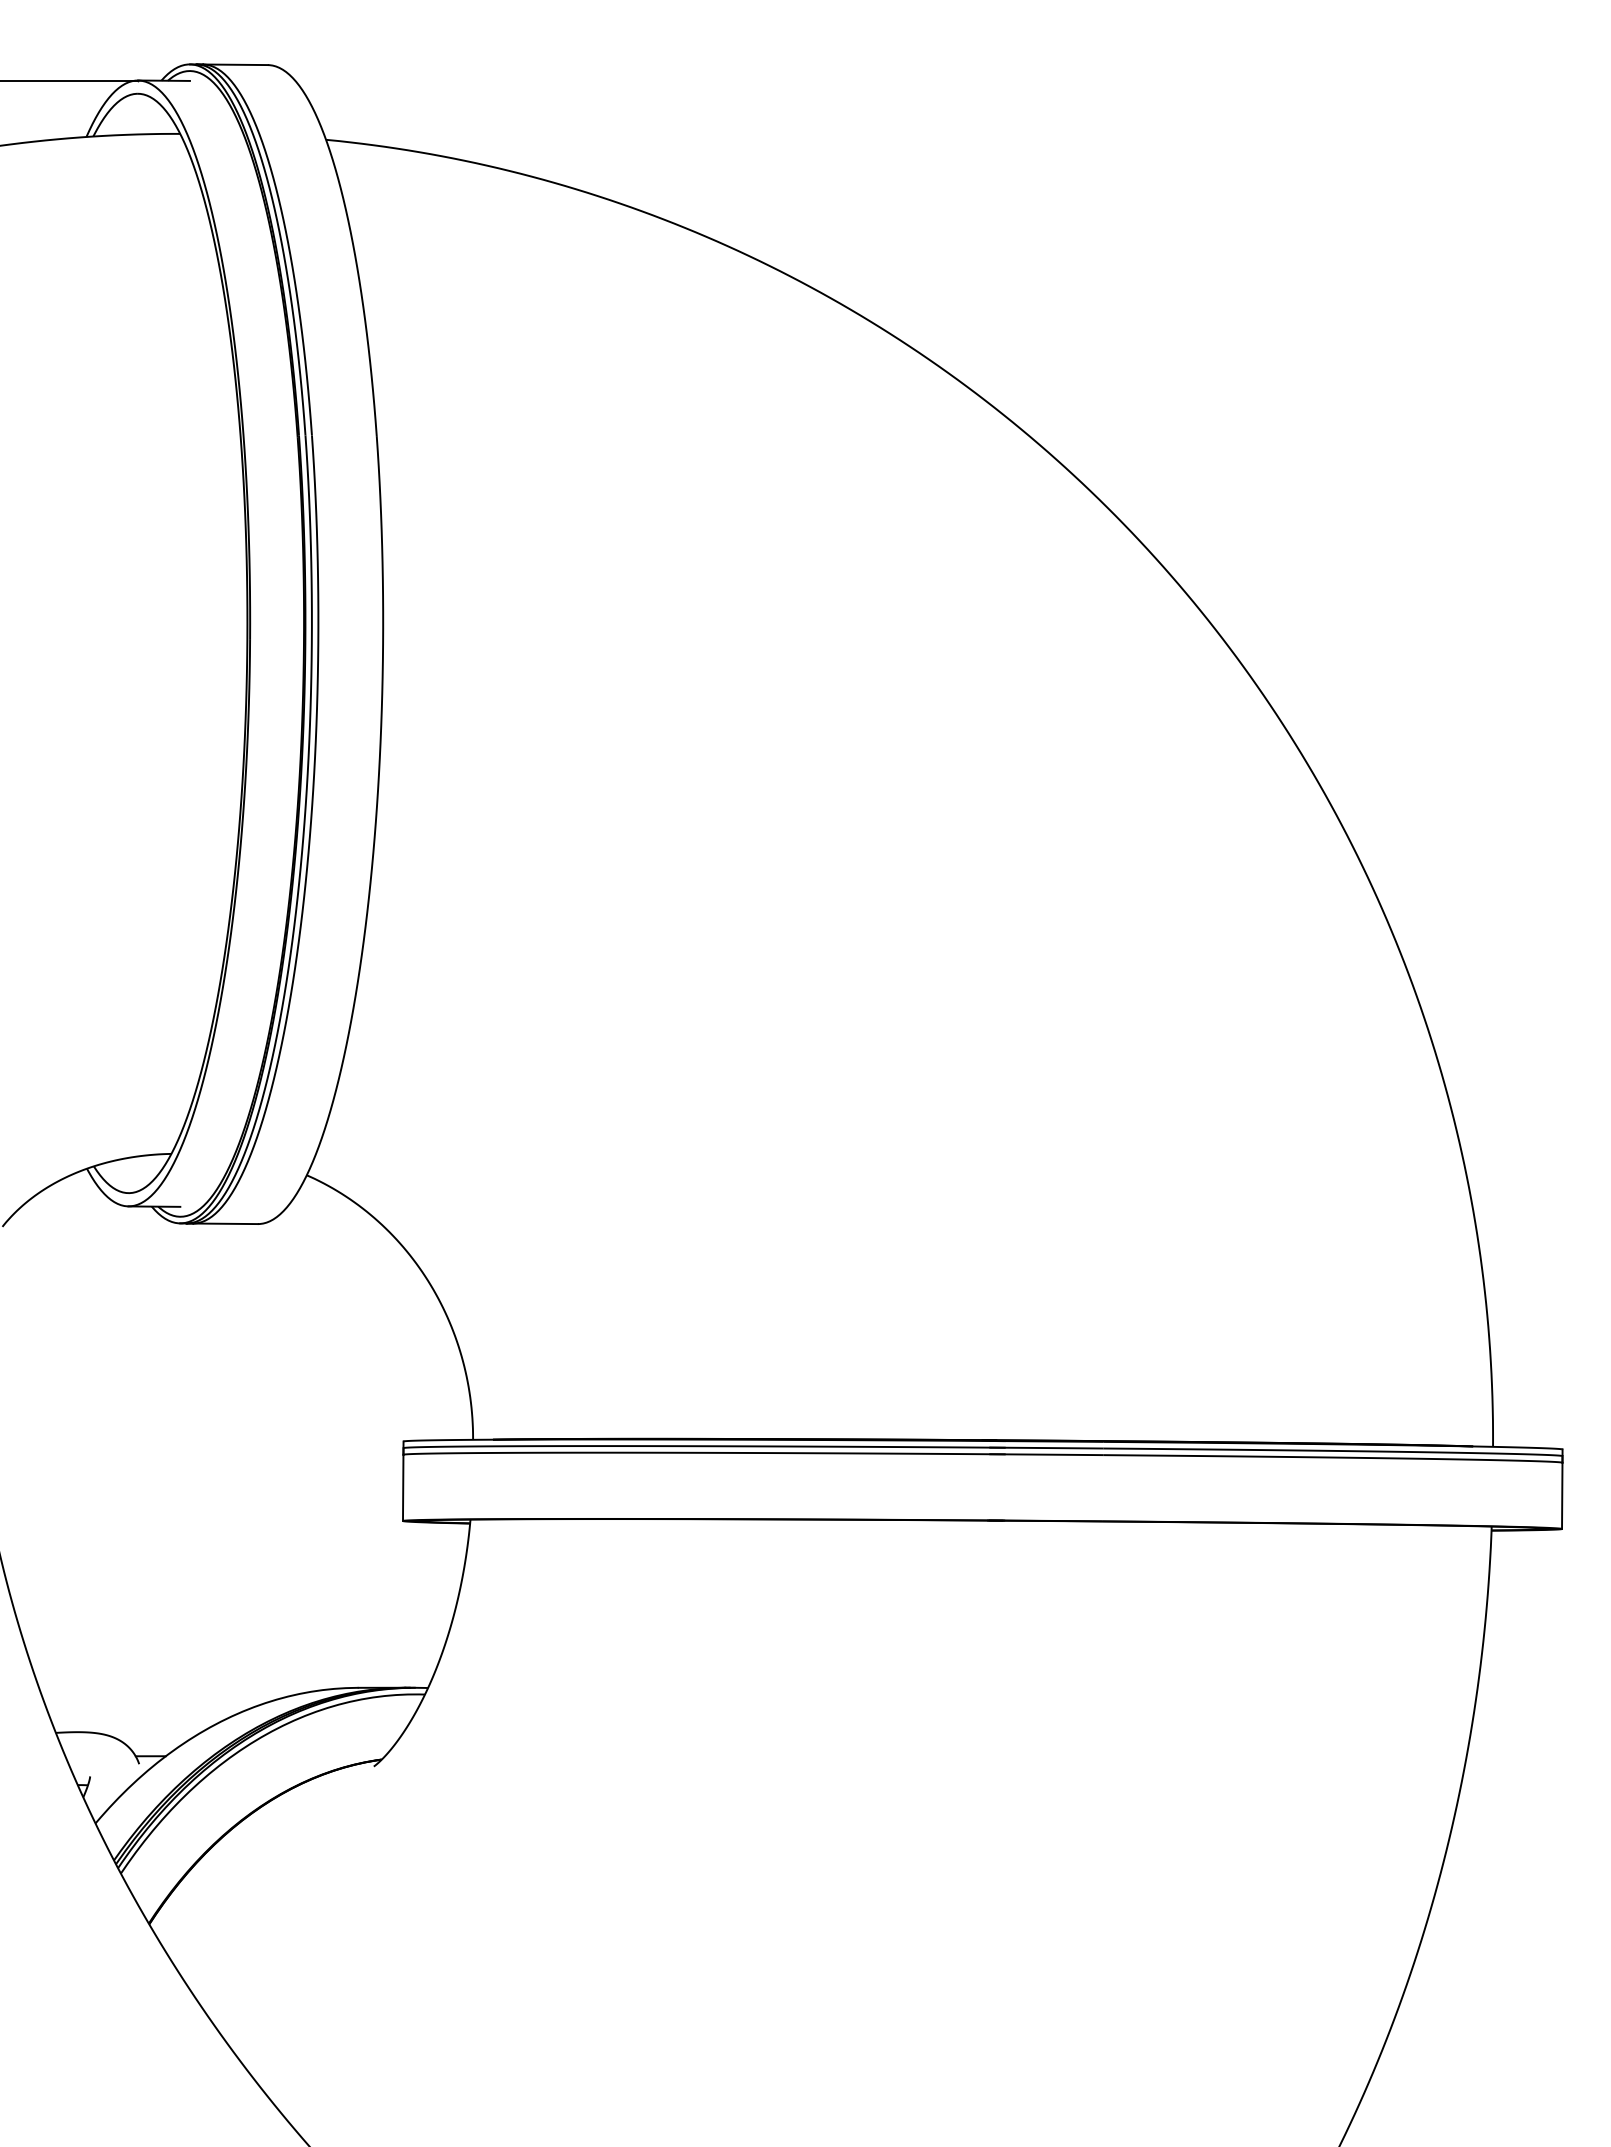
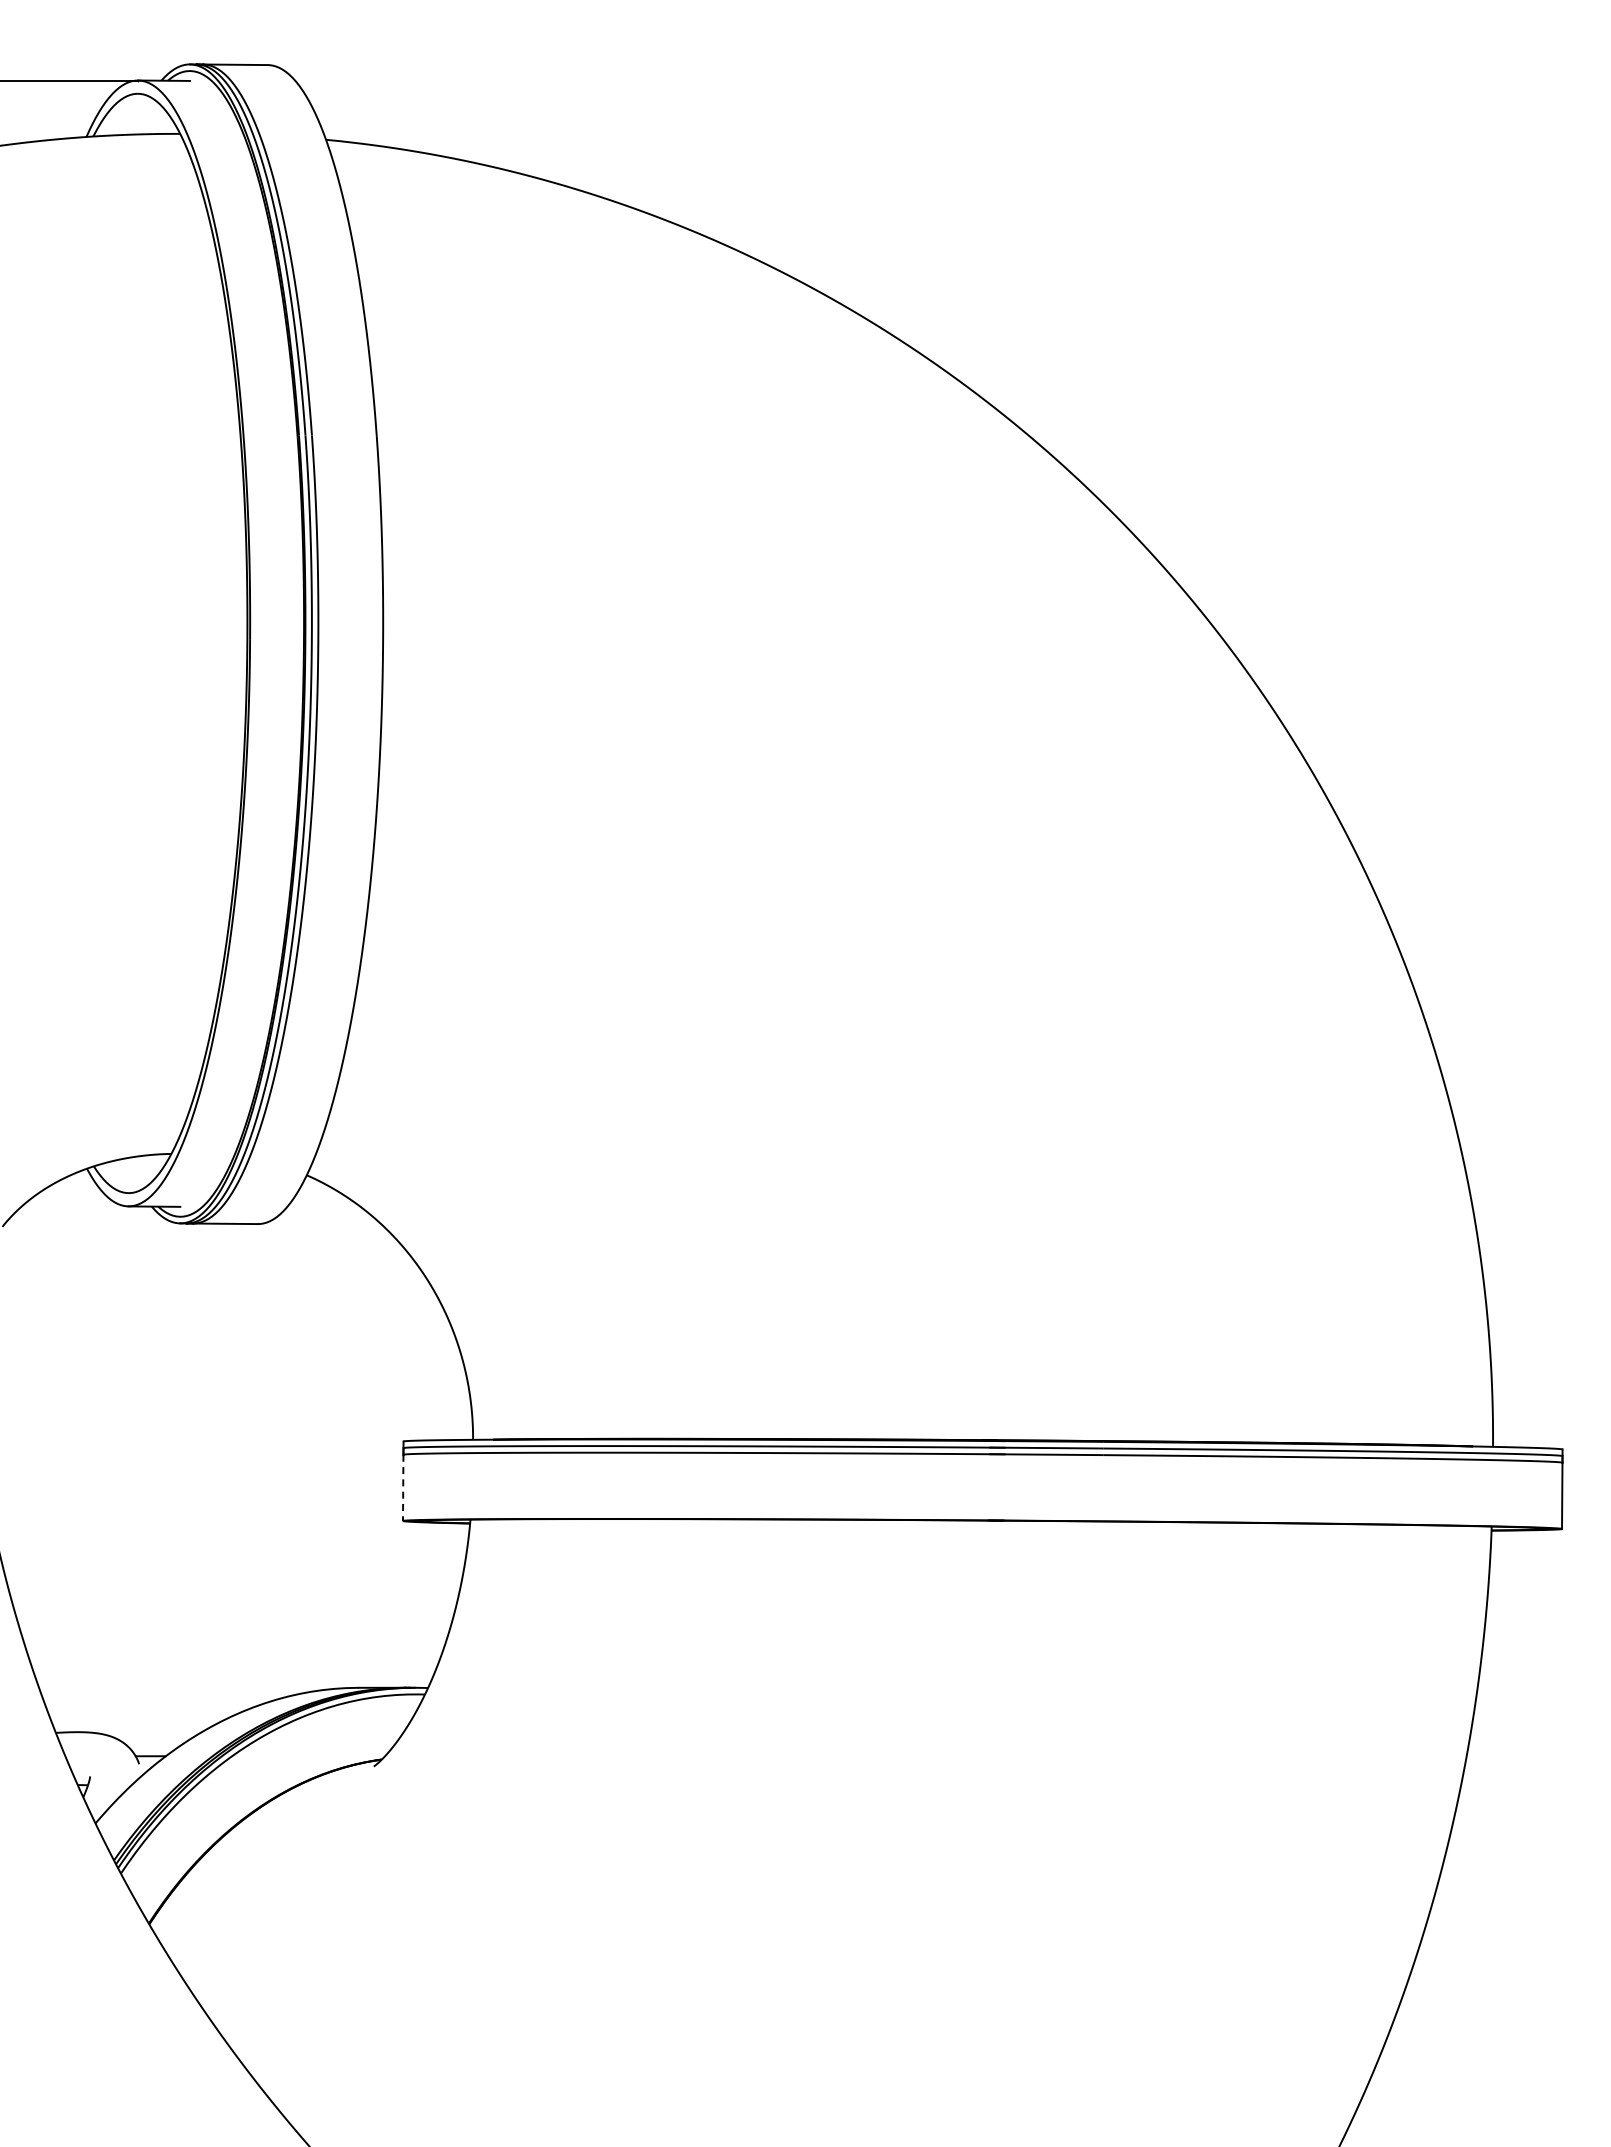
line at (403, 1488): solid -> dashed
